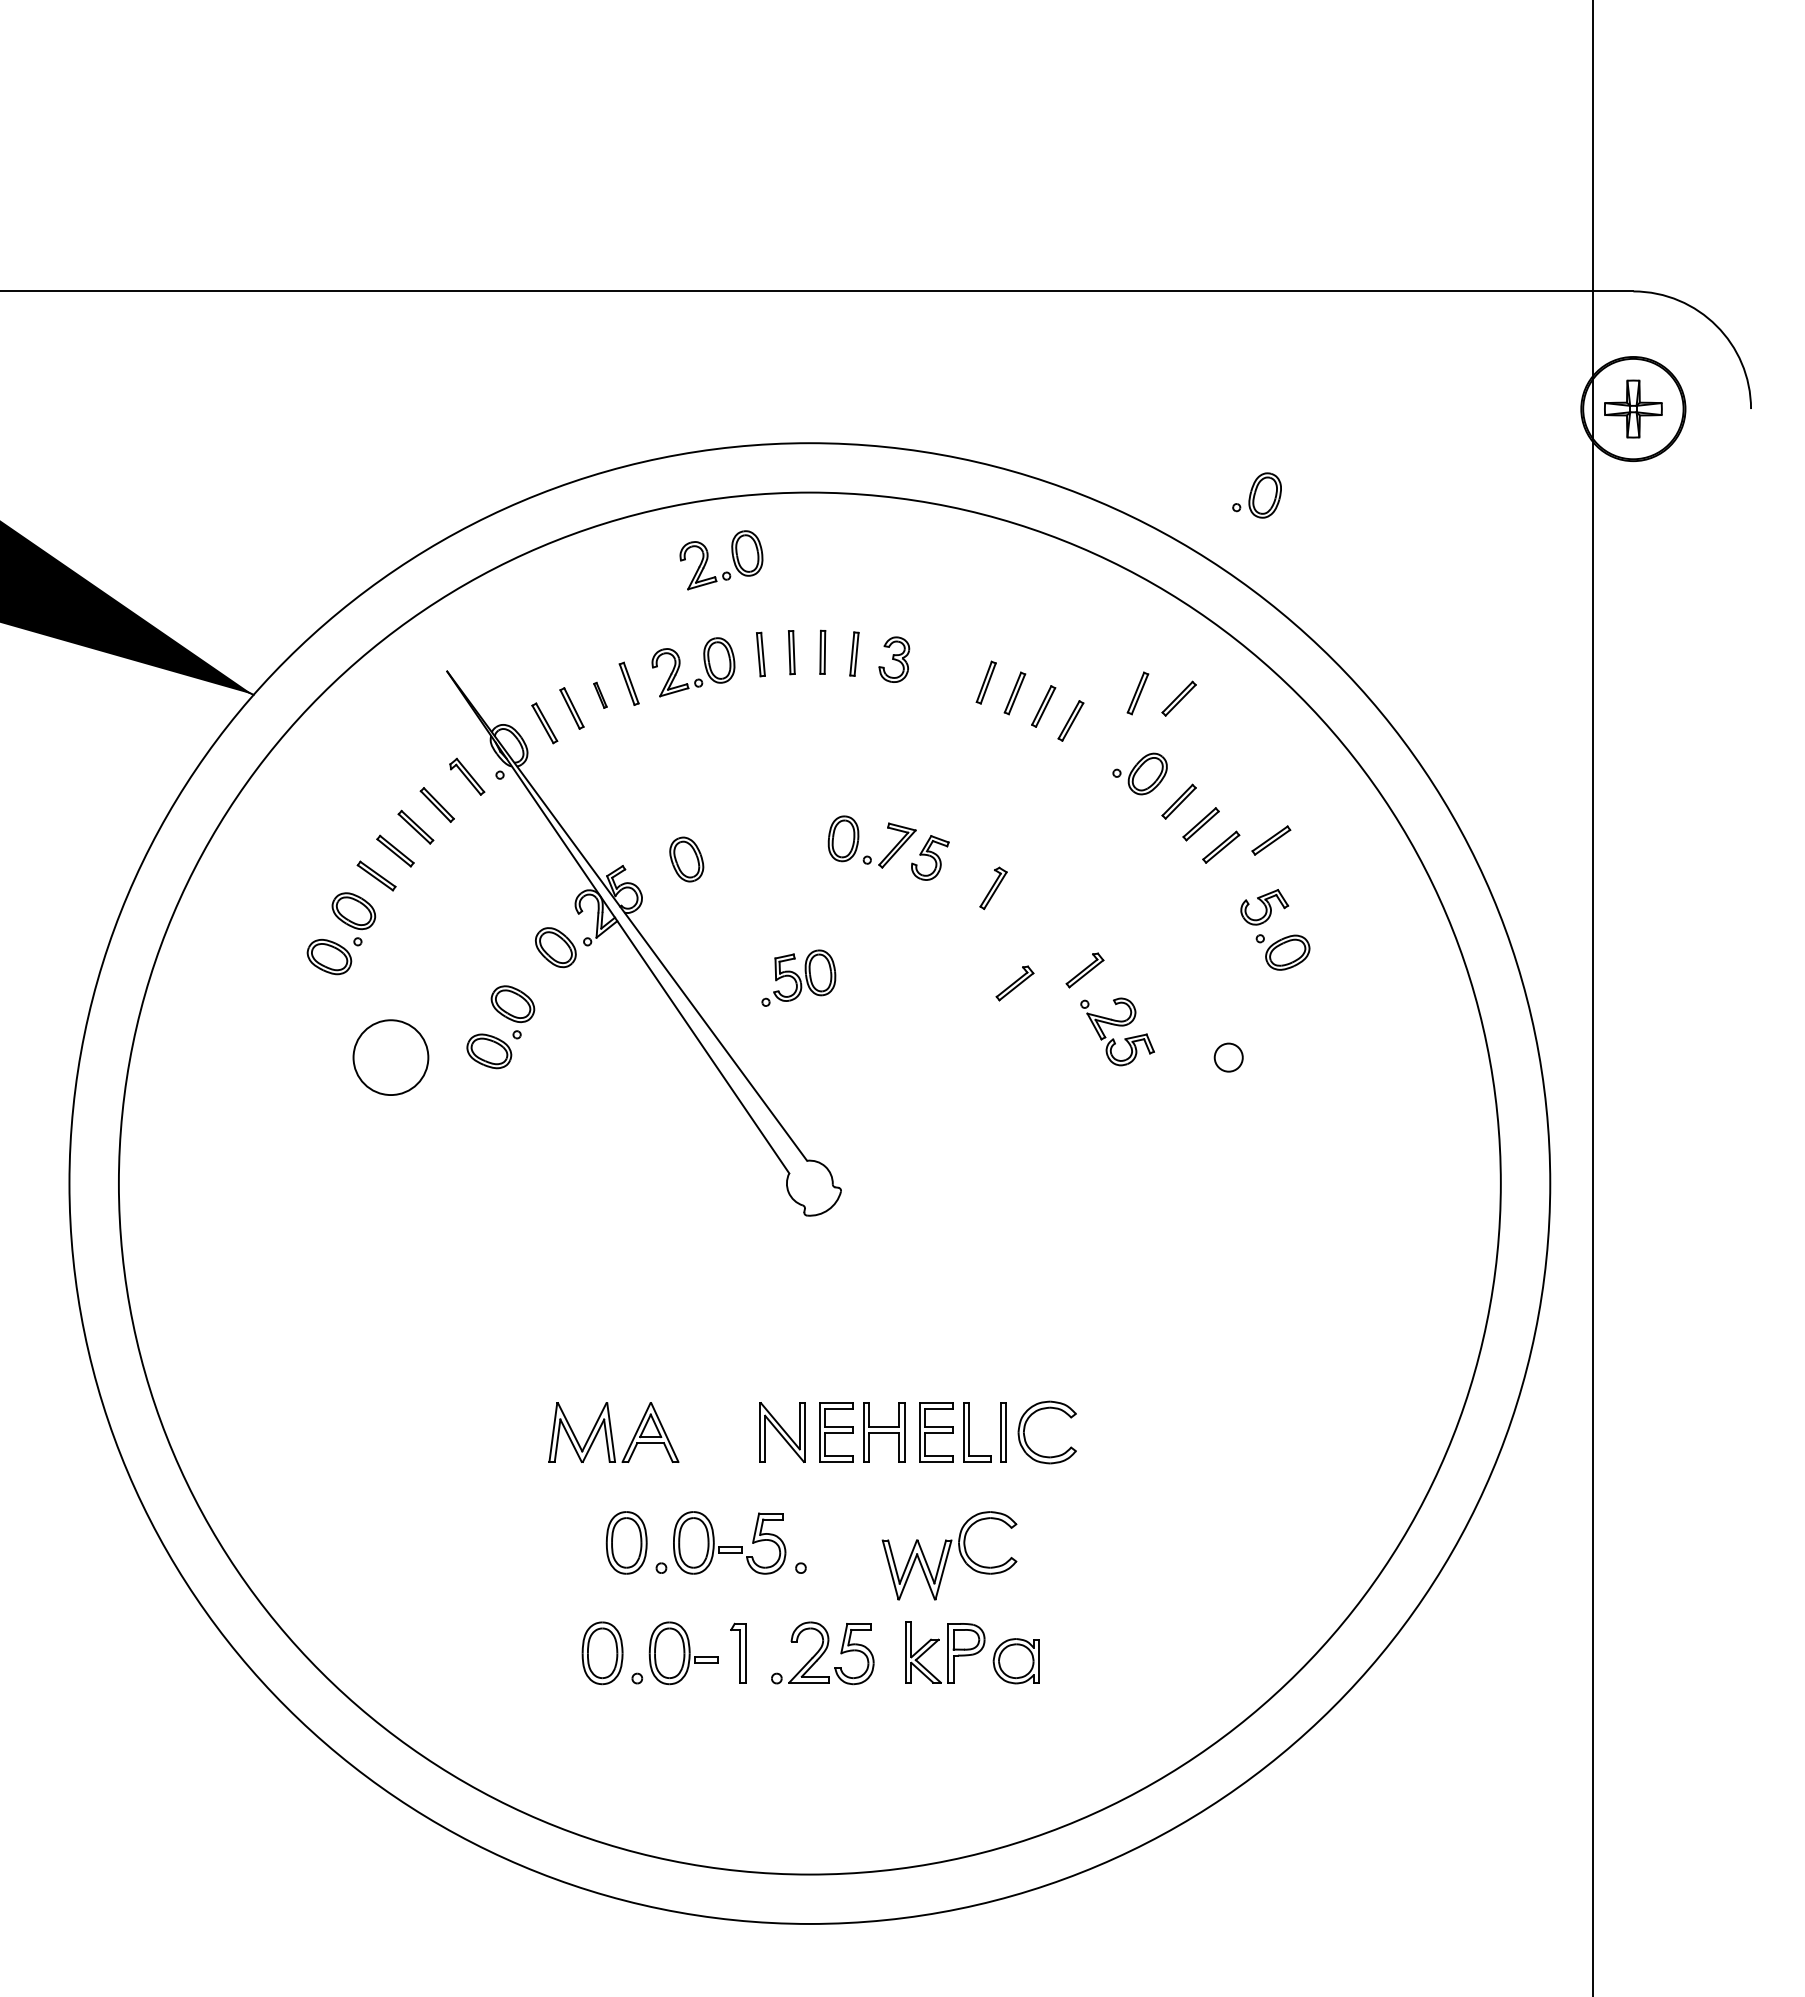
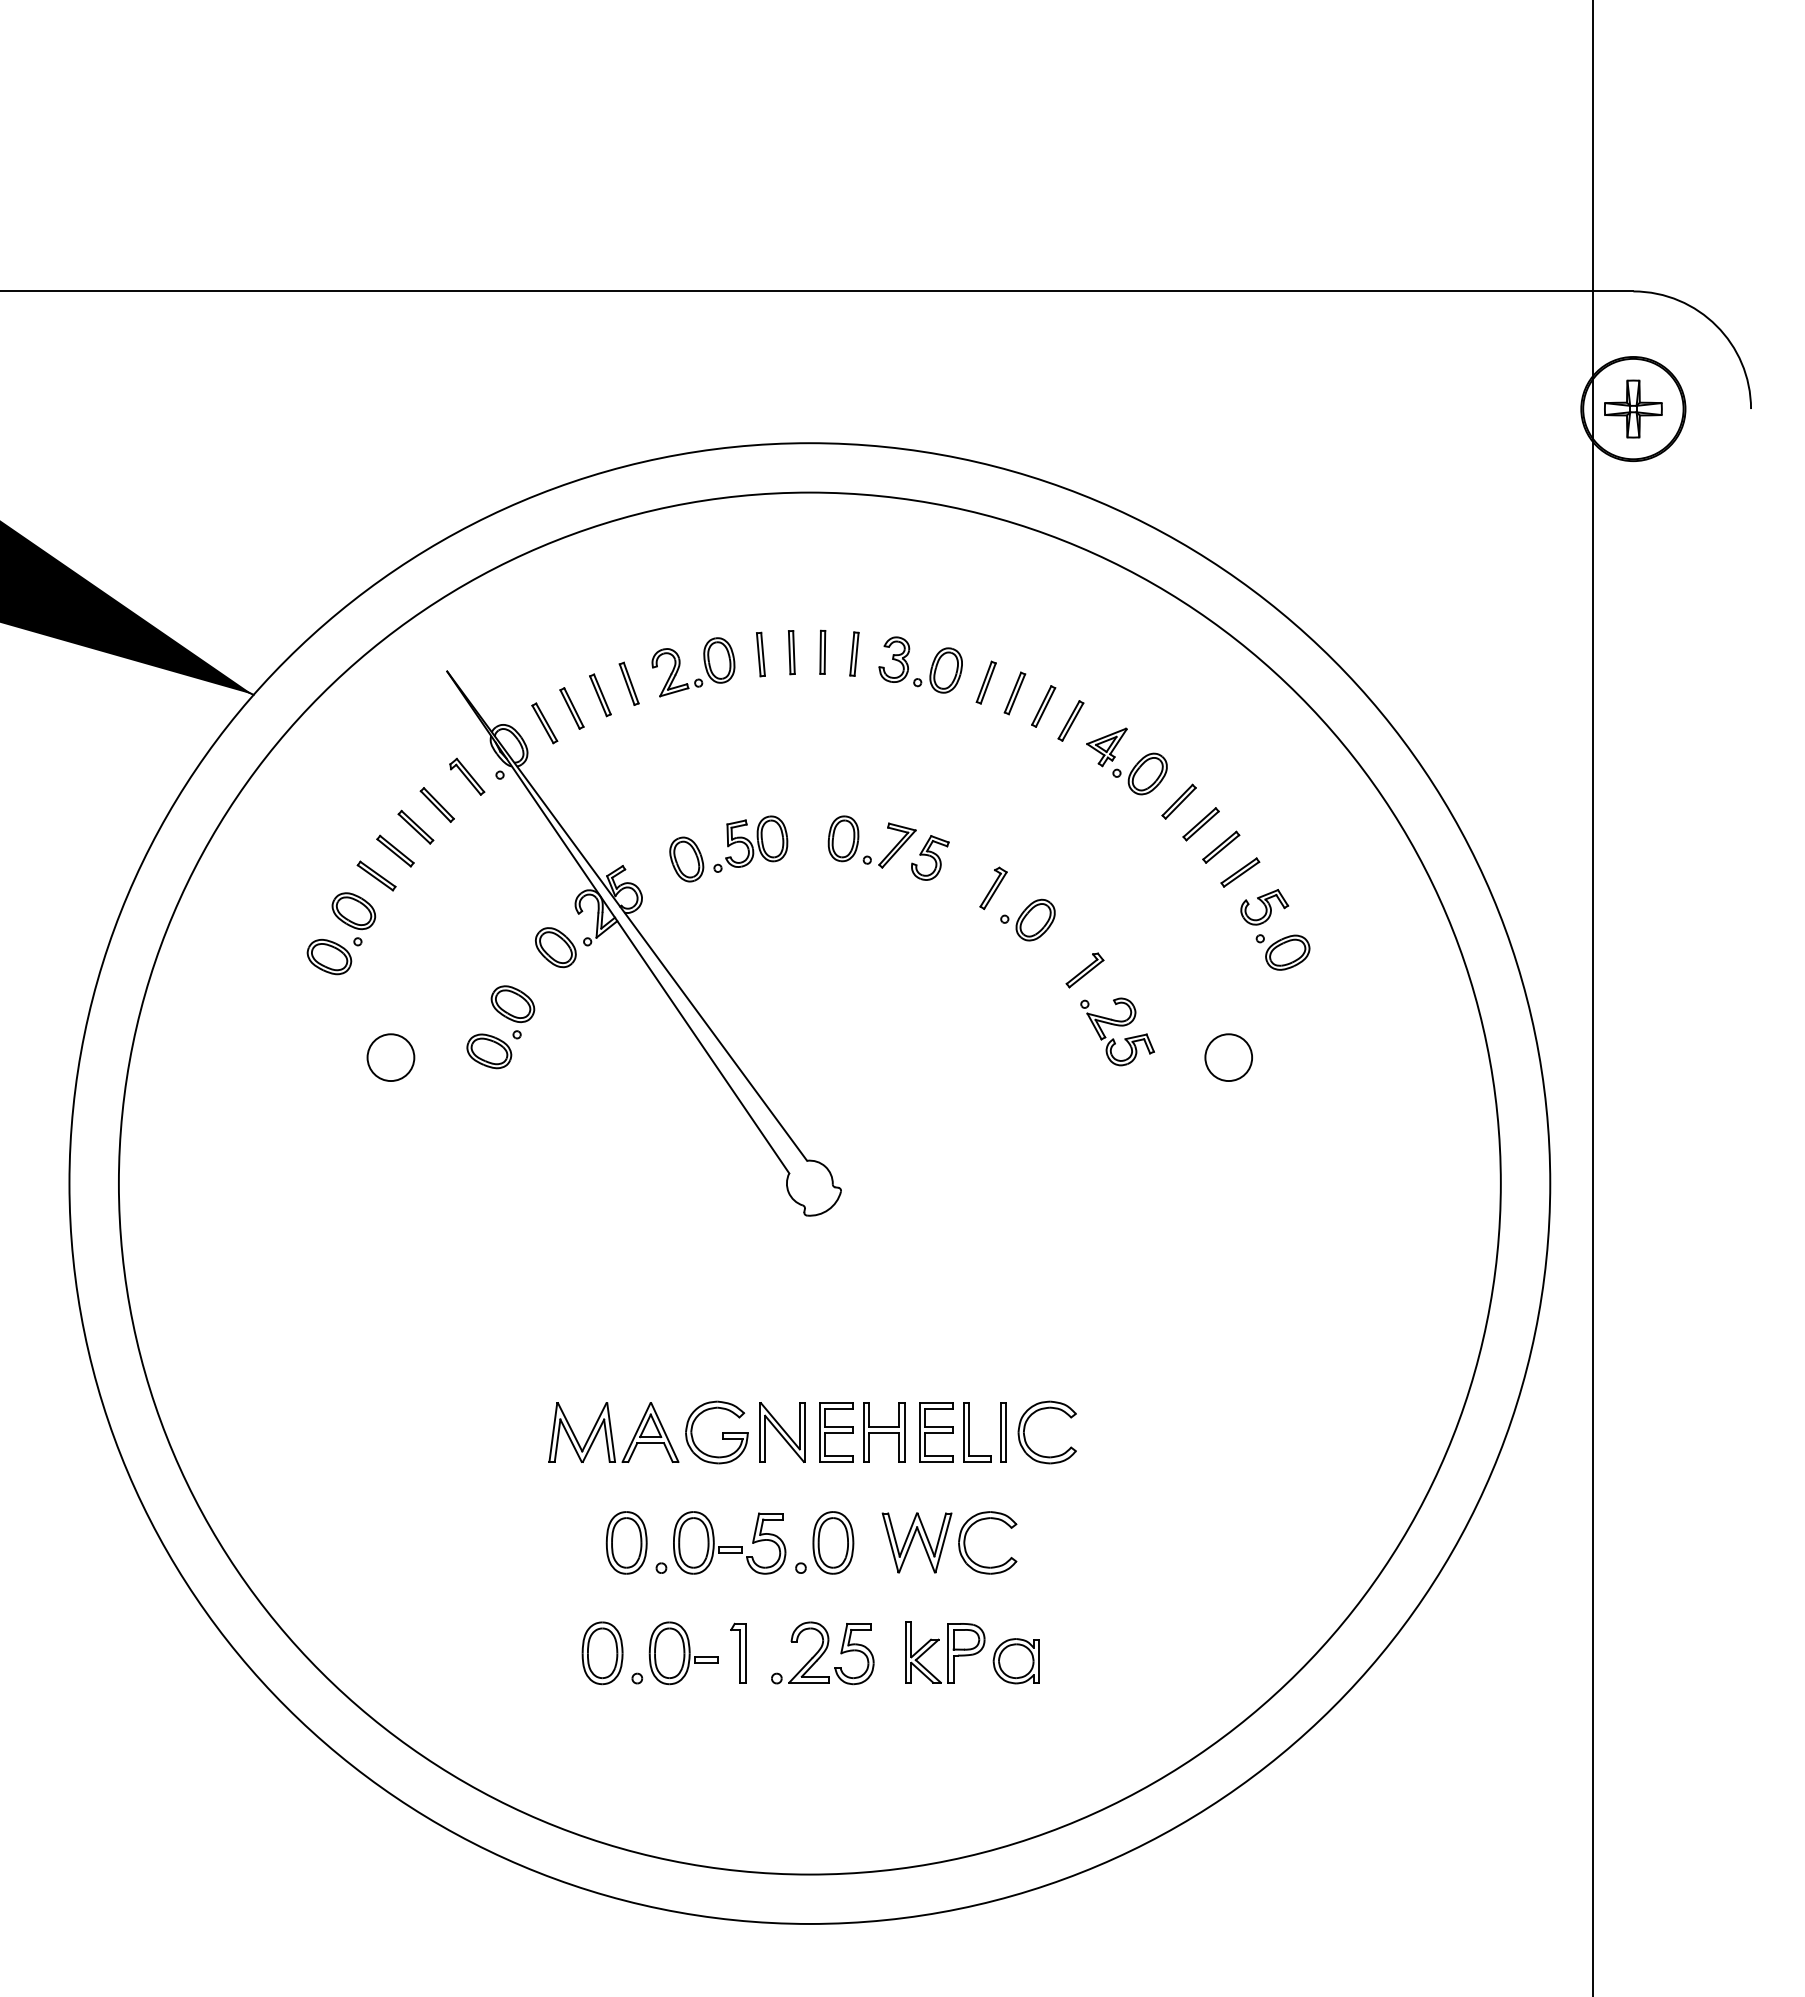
part at (1256, 495) position: (1256, 495) -> (937, 670)
part at (732, 559): present -> none
part at (1137, 693): present -> none
part at (600, 694) size: 15x28 px -> 23x45 px
part at (1178, 698): present -> none
part at (1106, 747): none -> present
part at (1271, 840) position: (1271, 840) -> (1240, 872)
part at (1027, 919): none -> present
part at (798, 977) position: (798, 977) -> (750, 843)
part at (1014, 983): present -> none
circle at (390, 1057) diameter: 75 px -> 47 px
circle at (1228, 1057) diameter: 28 px -> 47 px
part at (716, 1432): none -> present
part at (833, 1542): none -> present
part at (916, 1569) position: (916, 1569) -> (916, 1542)
